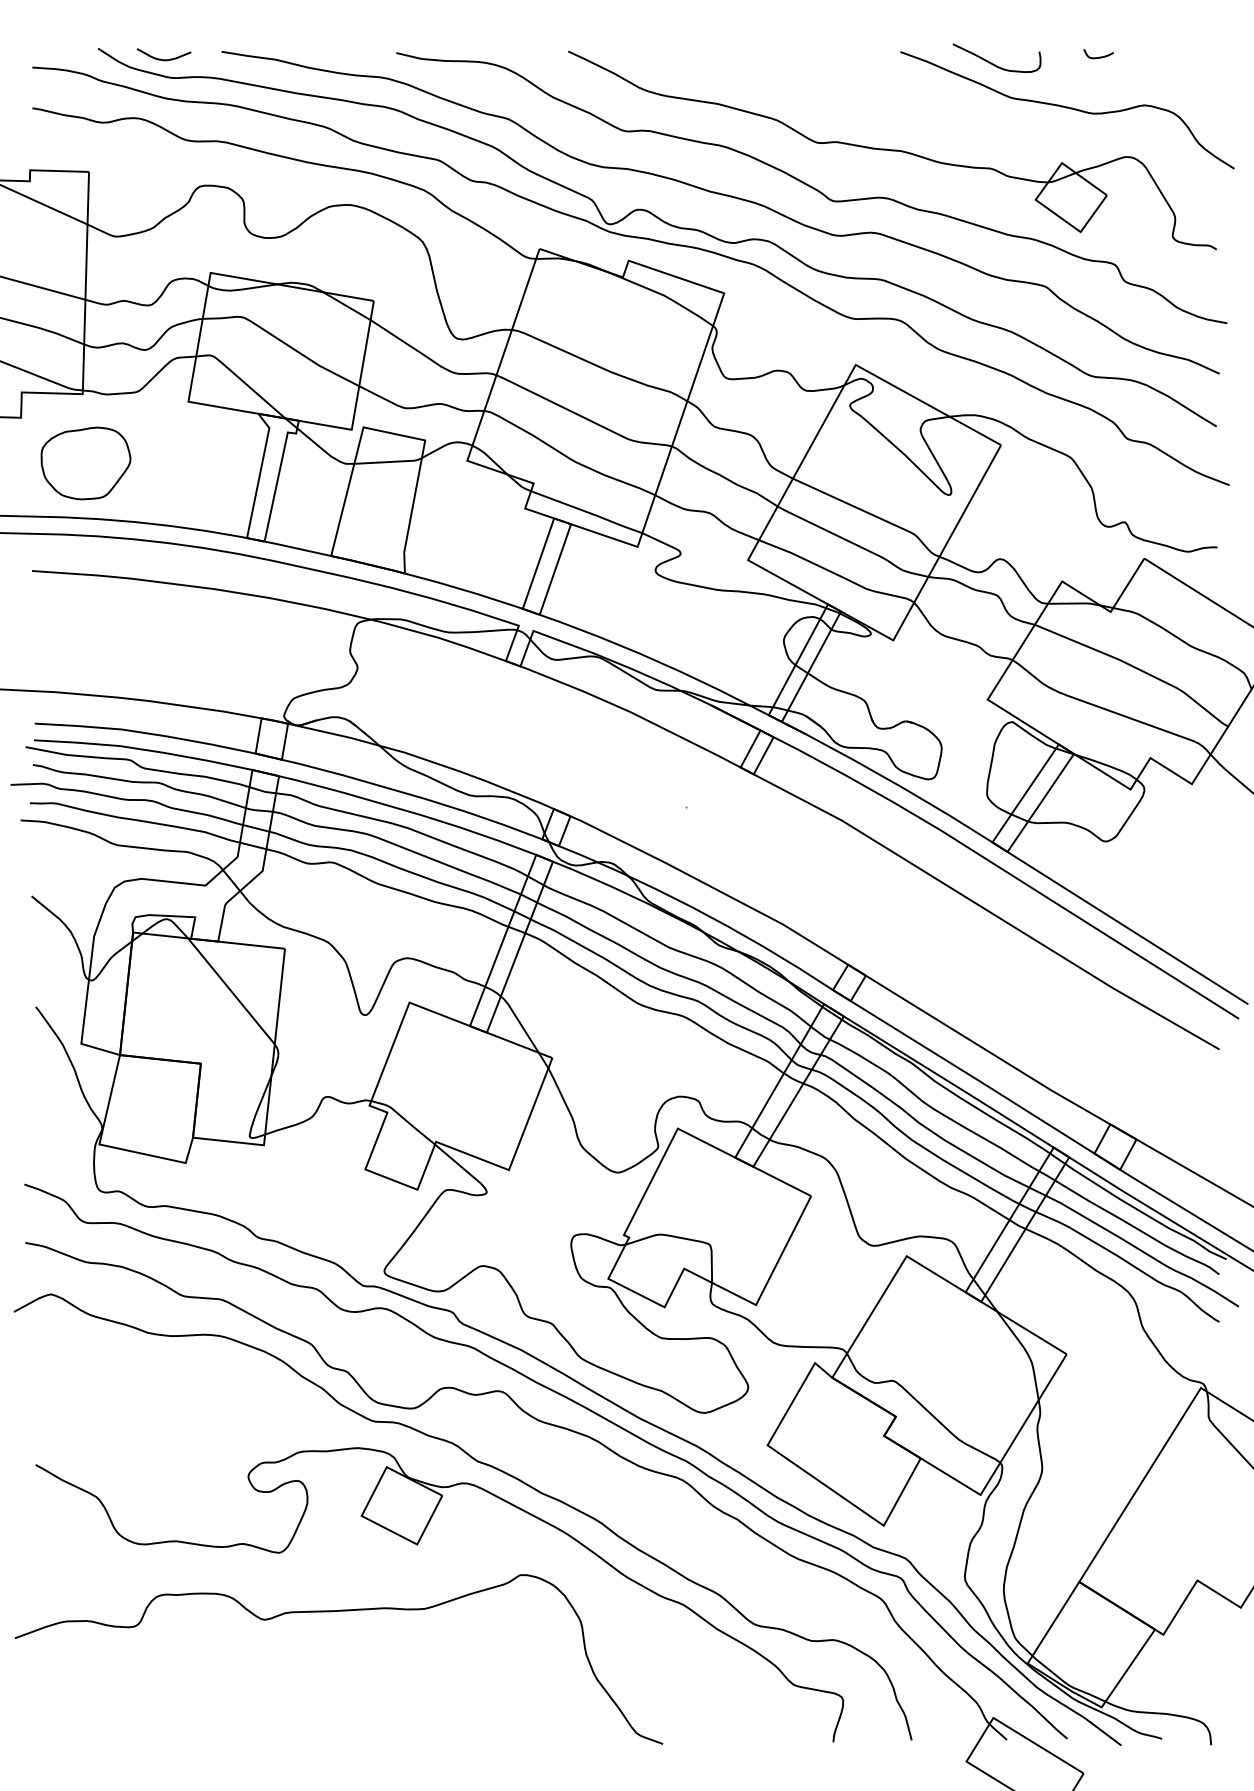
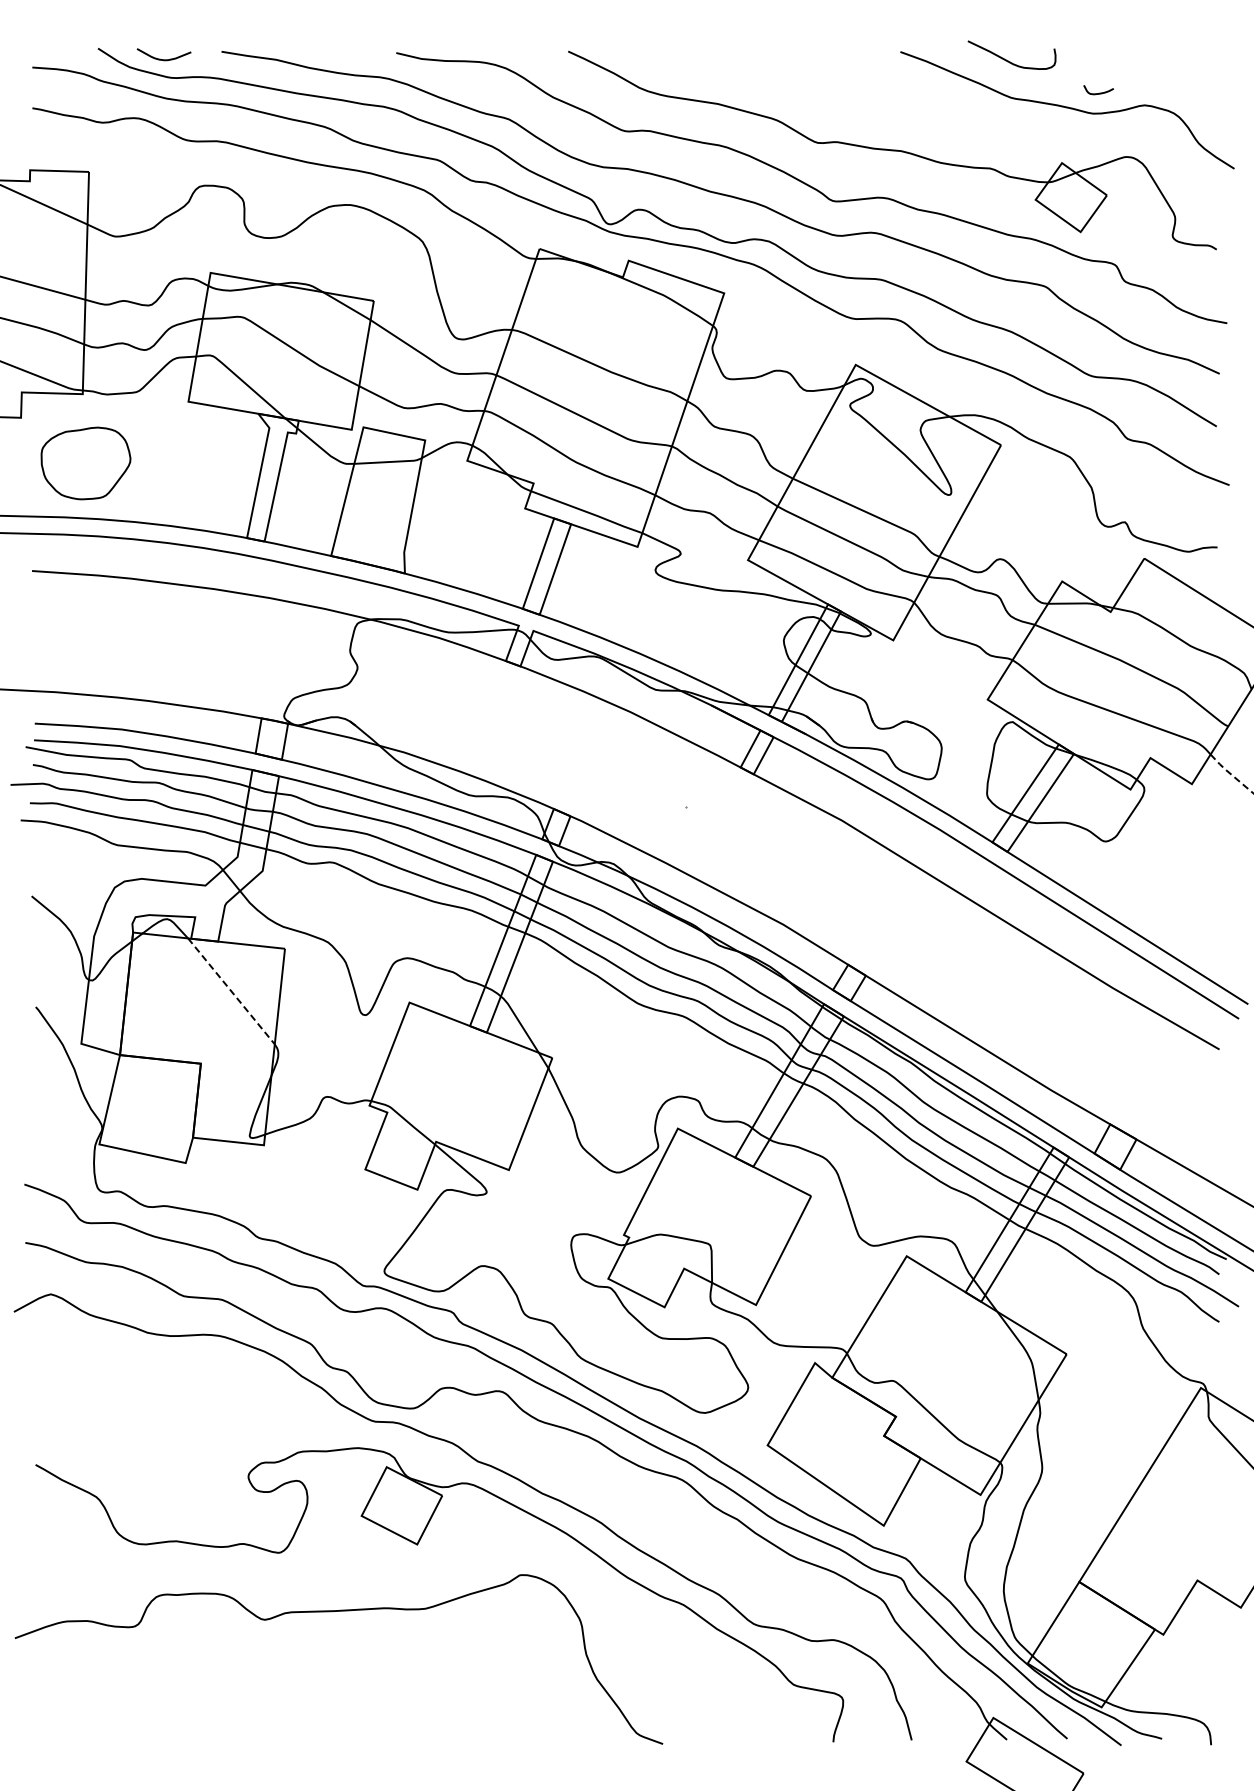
curve at (1099, 56) position: (1099, 56) -> (1099, 92)
curve at (993, 63) position: (993, 63) -> (1008, 60)
line at (1230, 773): solid -> dashed
line at (231, 991): solid -> dashed
